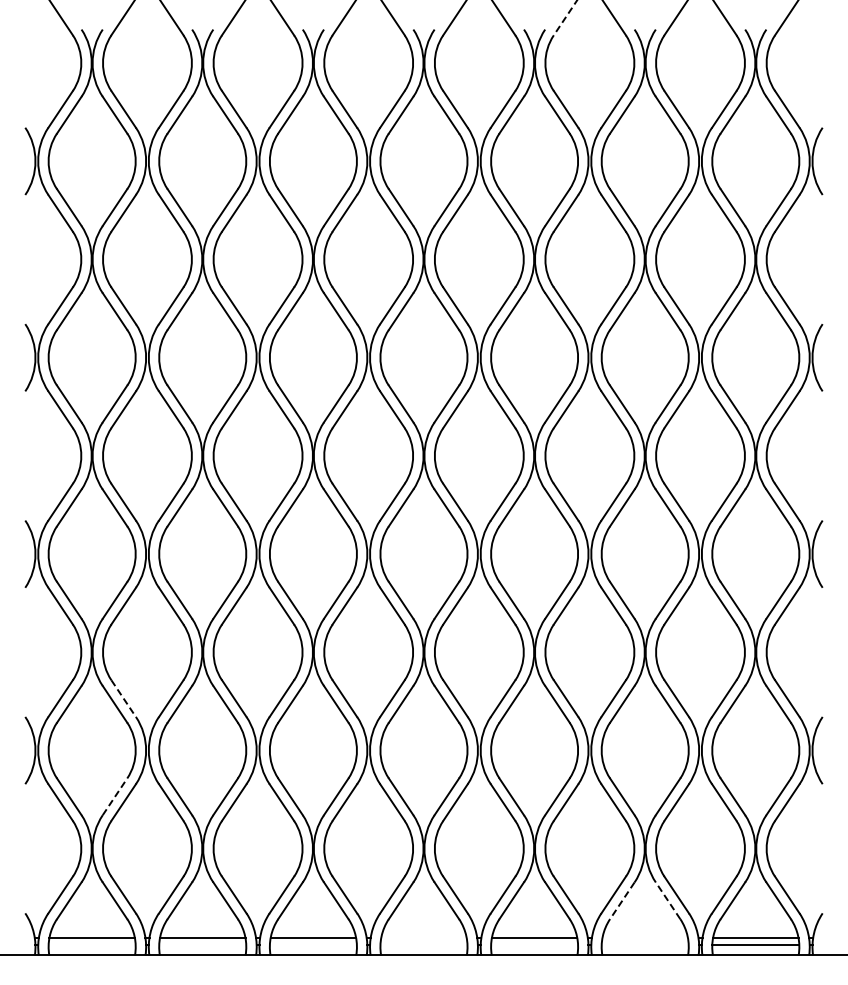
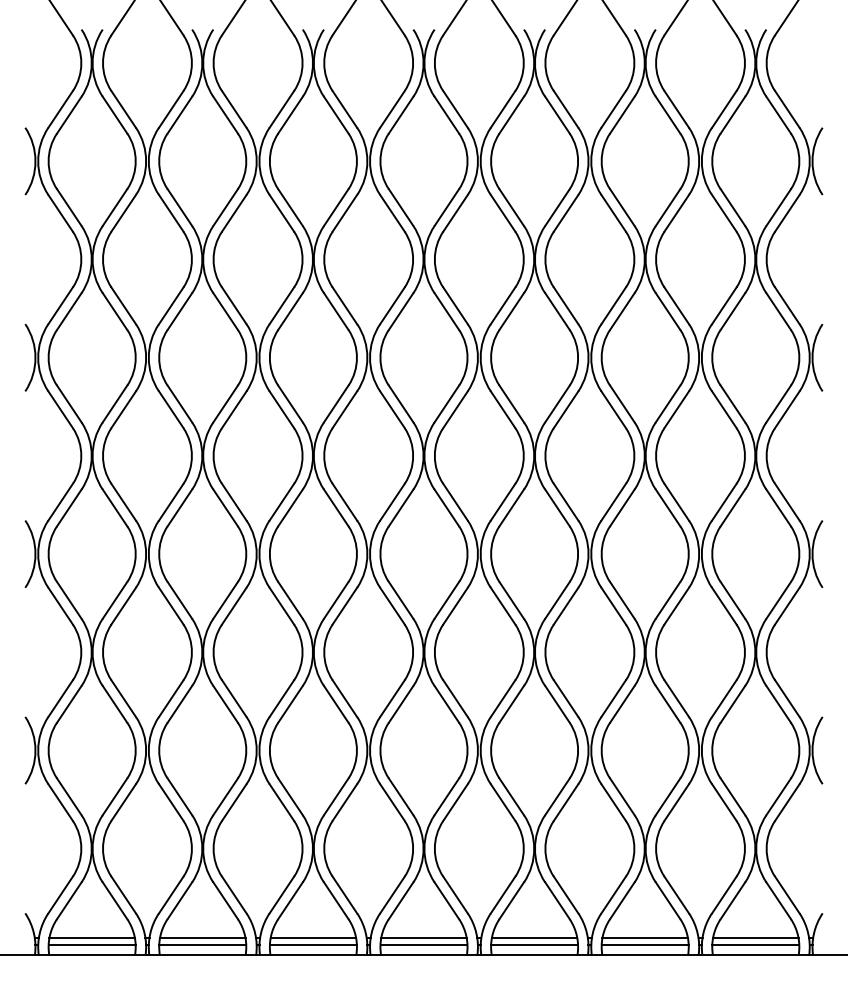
line at (565, 18): dashed -> solid
line at (123, 699): dashed -> solid
line at (115, 796): dashed -> solid
line at (667, 900): dashed -> solid
line at (622, 901): dashed -> solid
line at (423, 938): none -> present
line at (644, 938): none -> present
line at (91, 944): none -> present
line at (202, 944): none -> present
line at (312, 944): none -> present
line at (423, 944): none -> present
line at (534, 944): none -> present
line at (644, 944): none -> present
